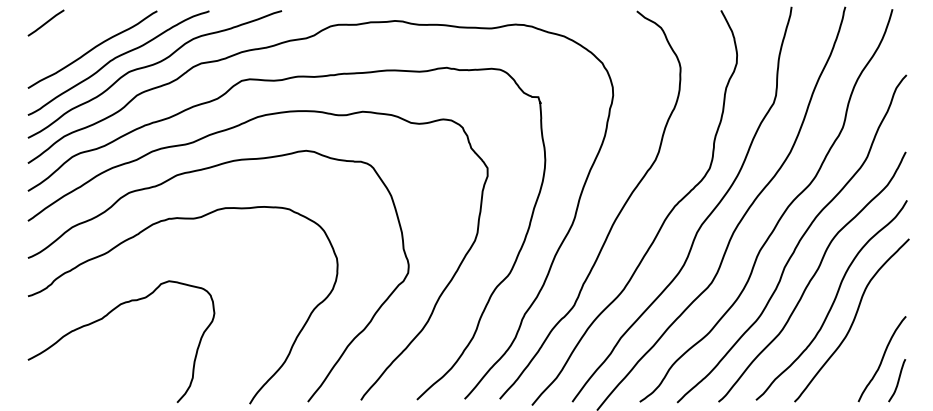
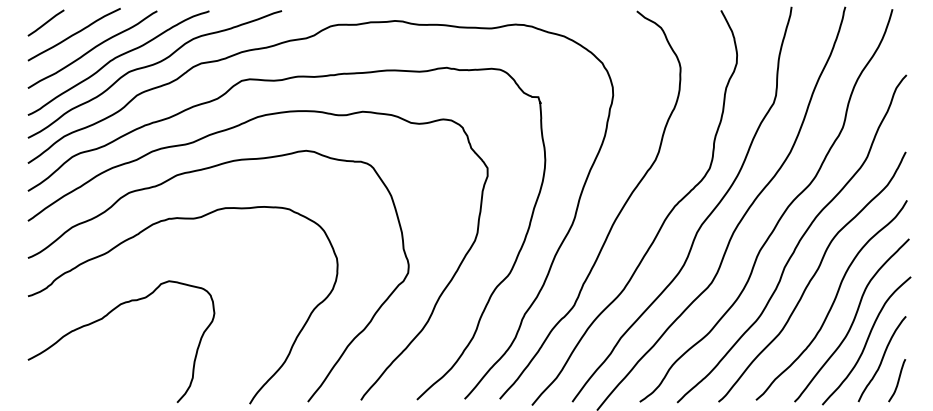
curve at (73, 34): none -> present
curve at (866, 340): none -> present
